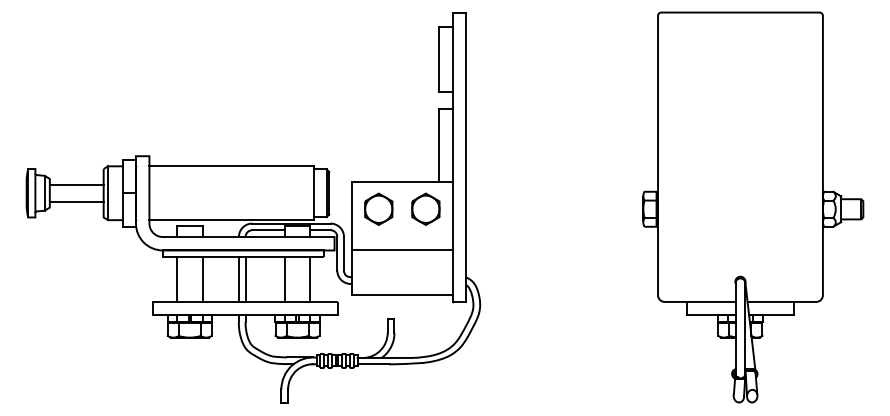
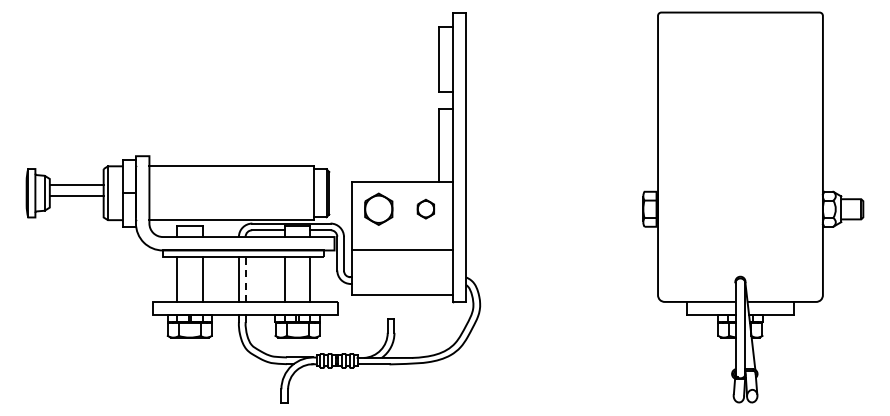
line at (76, 201) position: (76, 201) -> (76, 195)
part at (425, 208) size: 30x34 px -> 20x22 px
line at (245, 279): solid -> dashed
